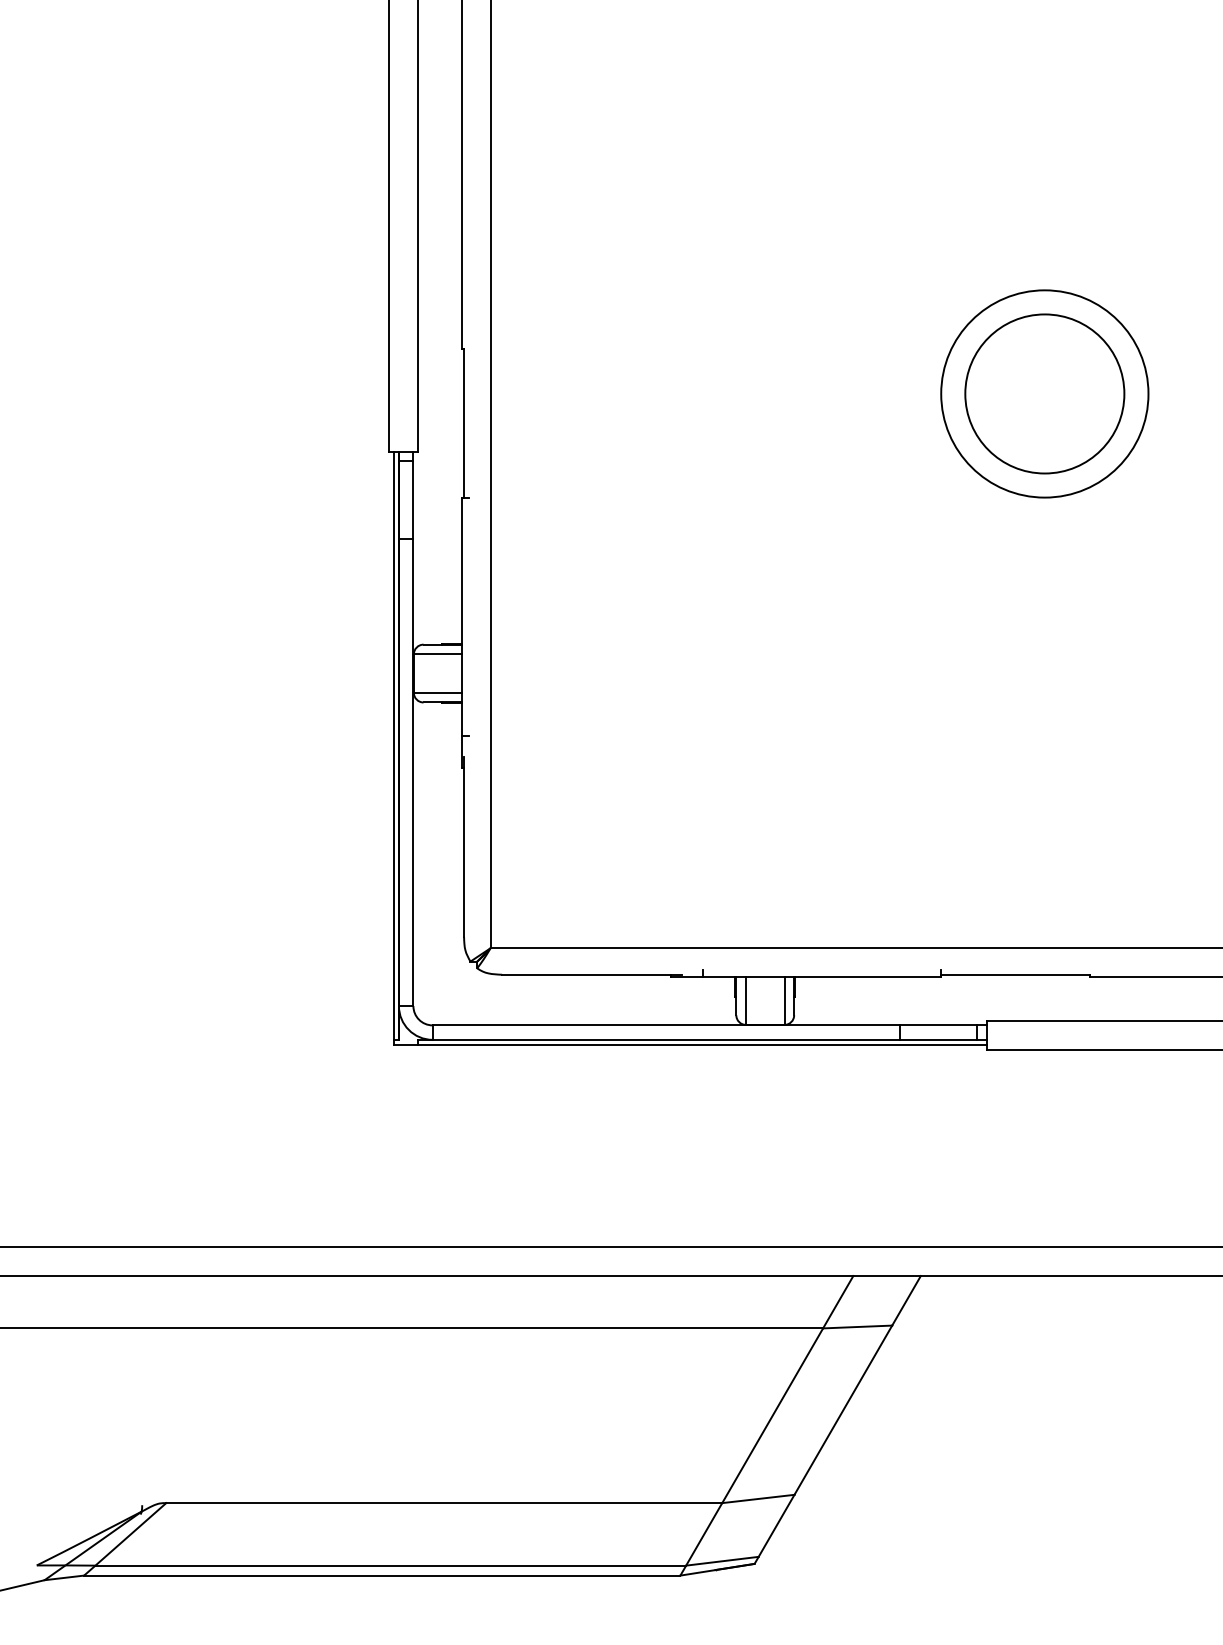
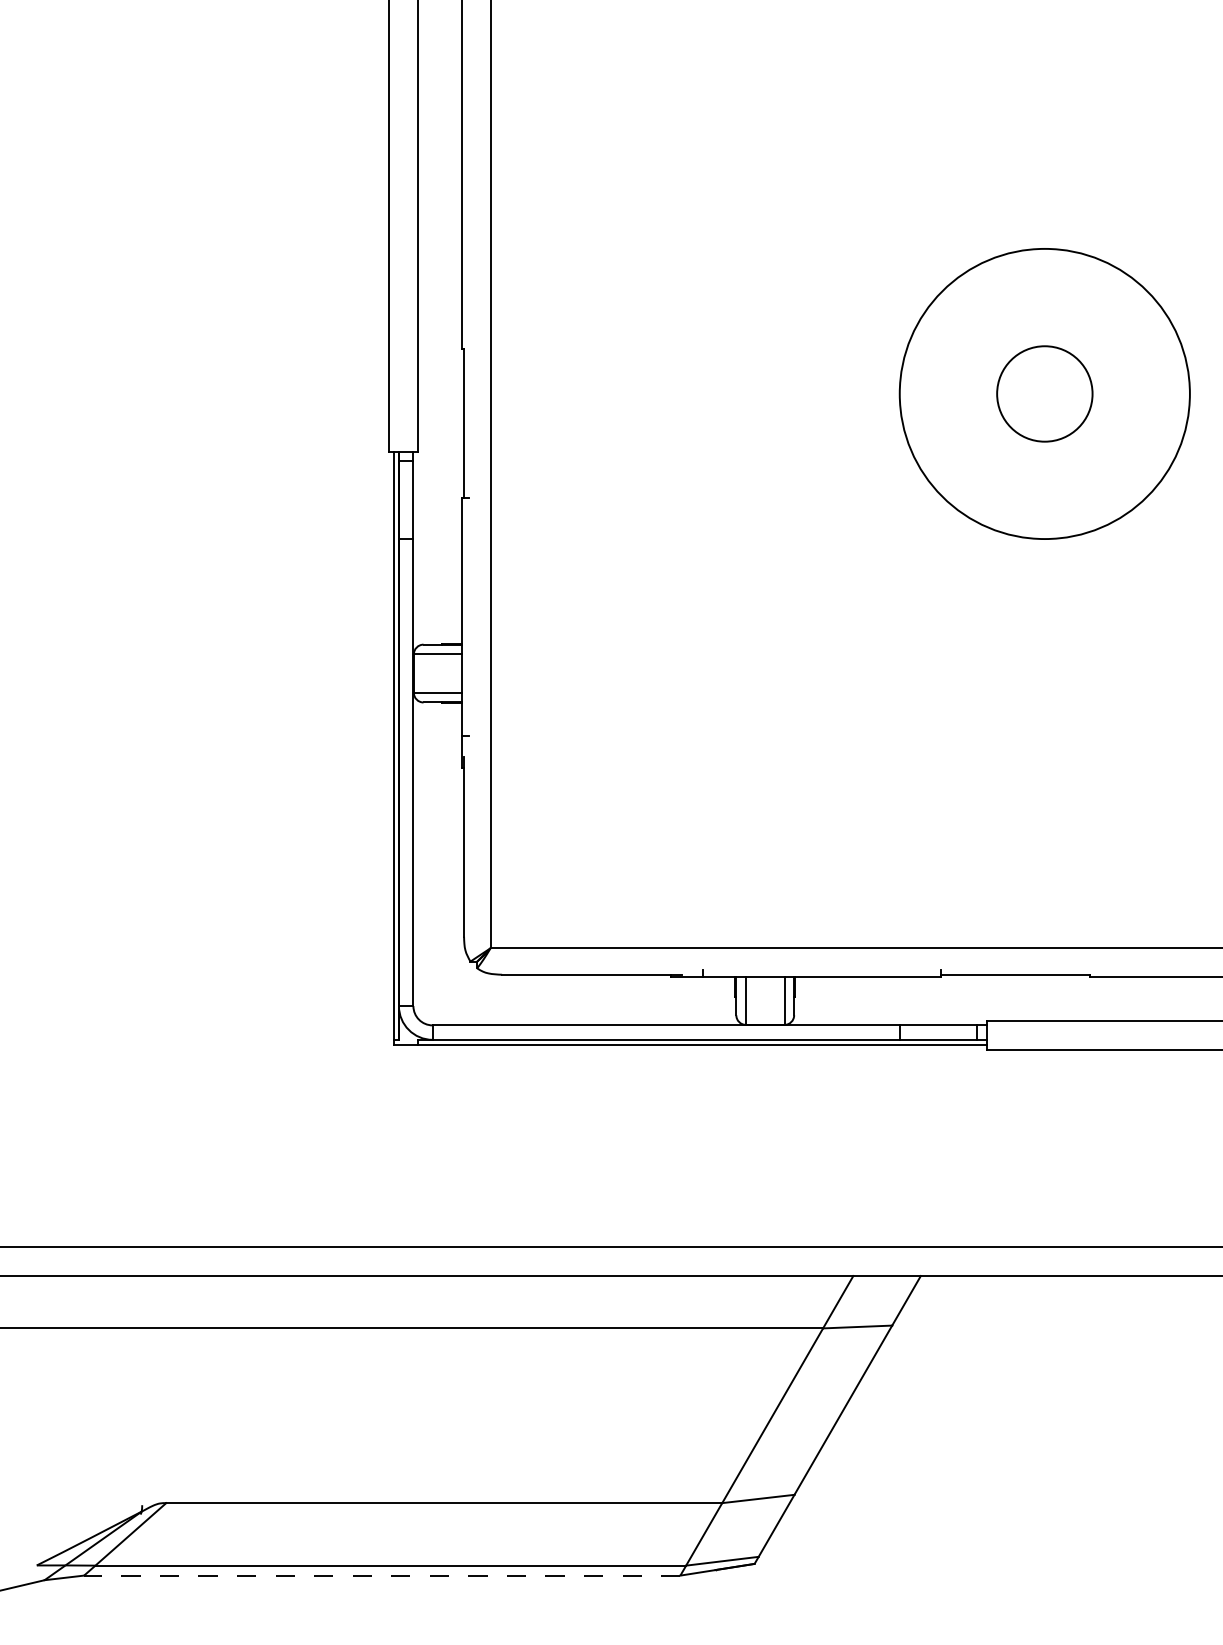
circle at (1044, 393) diameter: 159 px -> 95 px
circle at (1044, 393) diameter: 207 px -> 290 px
line at (381, 1575): solid -> dashed
